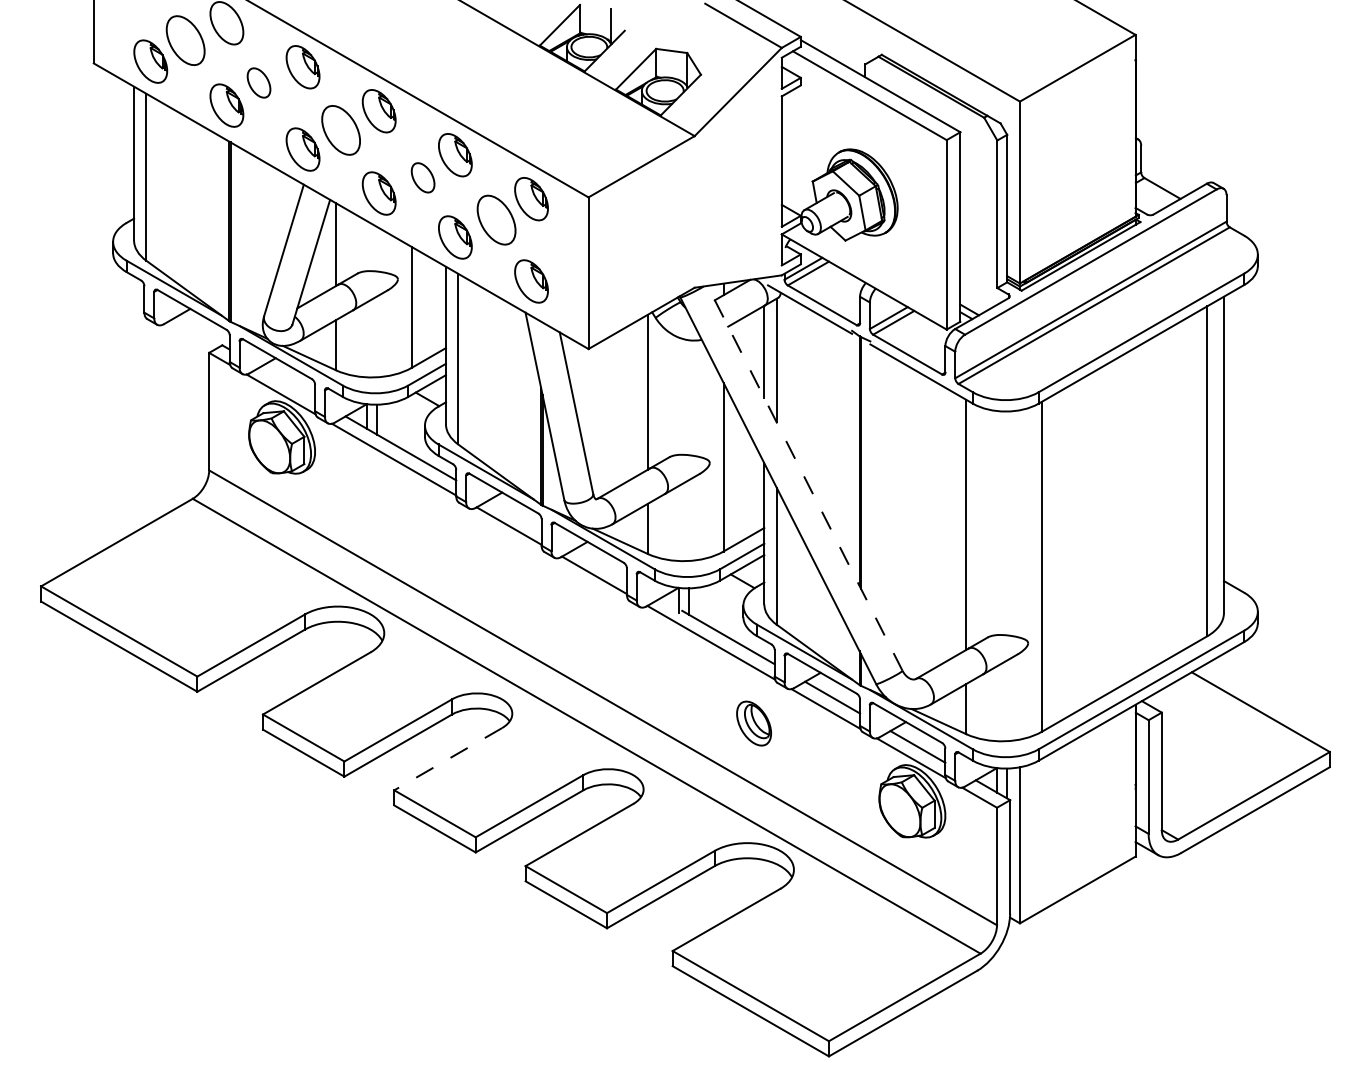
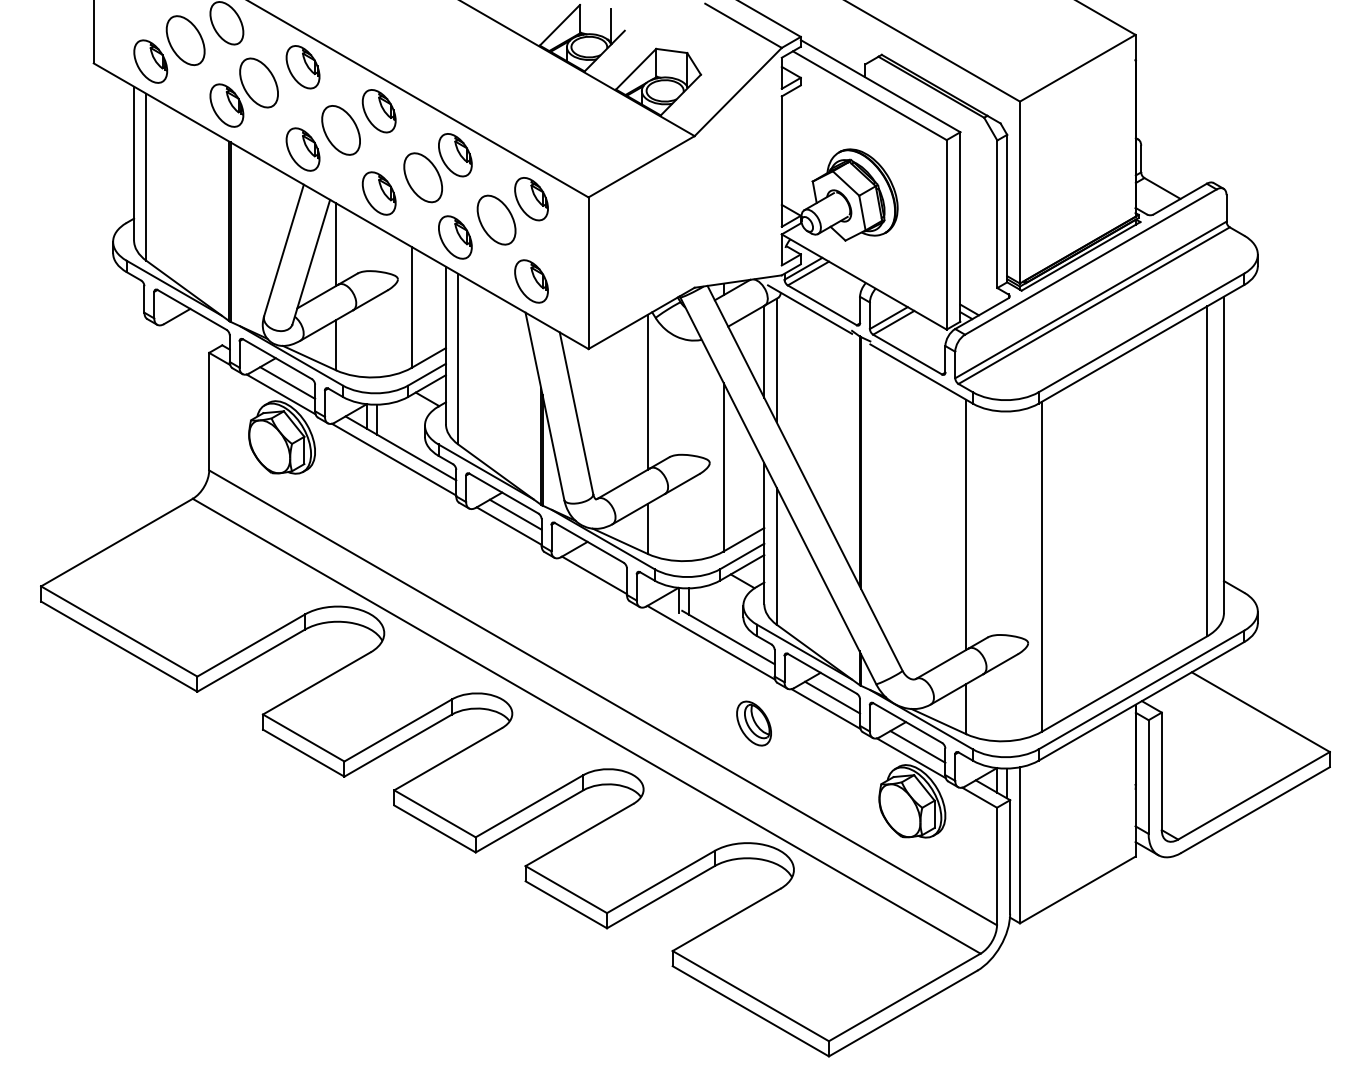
part at (258, 82) size: 26x32 px -> 40x52 px
part at (422, 177) size: 26x32 px -> 40x52 px
line at (287, 382): none -> present
line at (805, 478): dashed -> solid
line at (515, 514): none -> present
line at (447, 759): dashed -> solid
